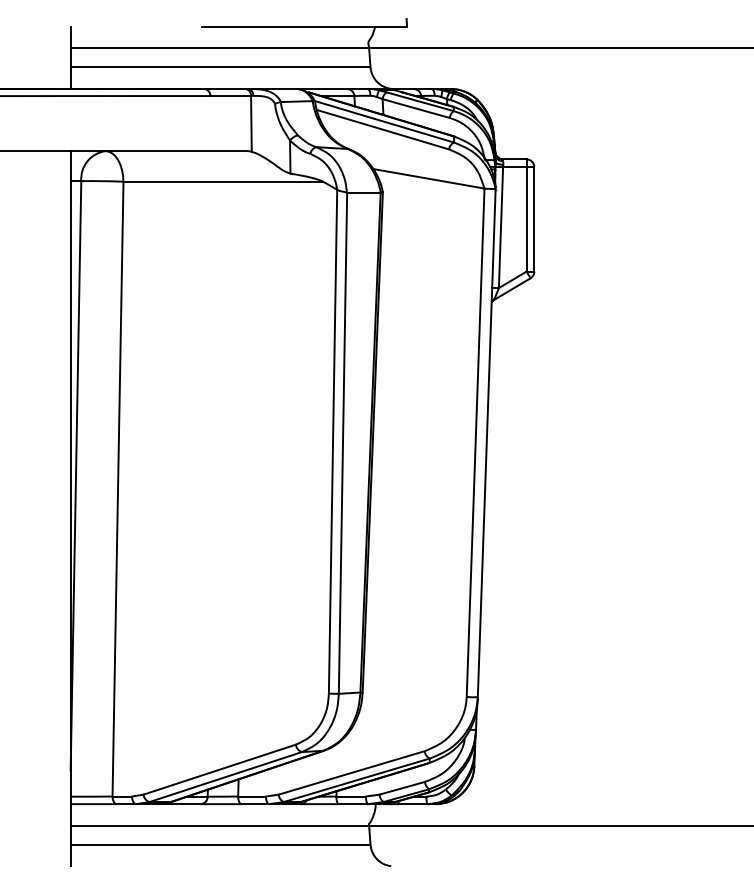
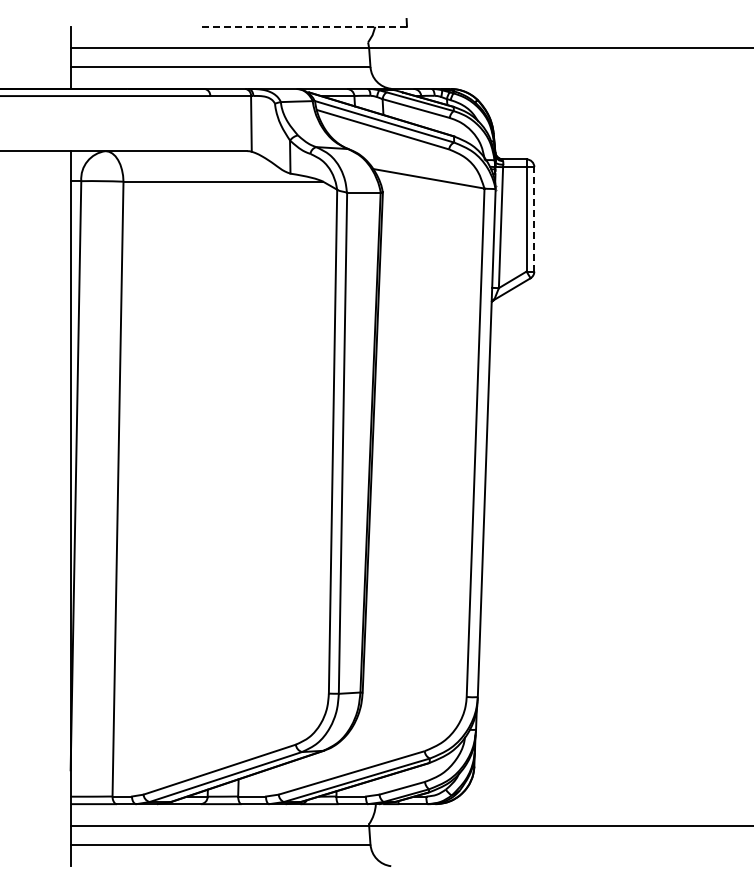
line at (304, 26): solid -> dashed
line at (534, 218): solid -> dashed
